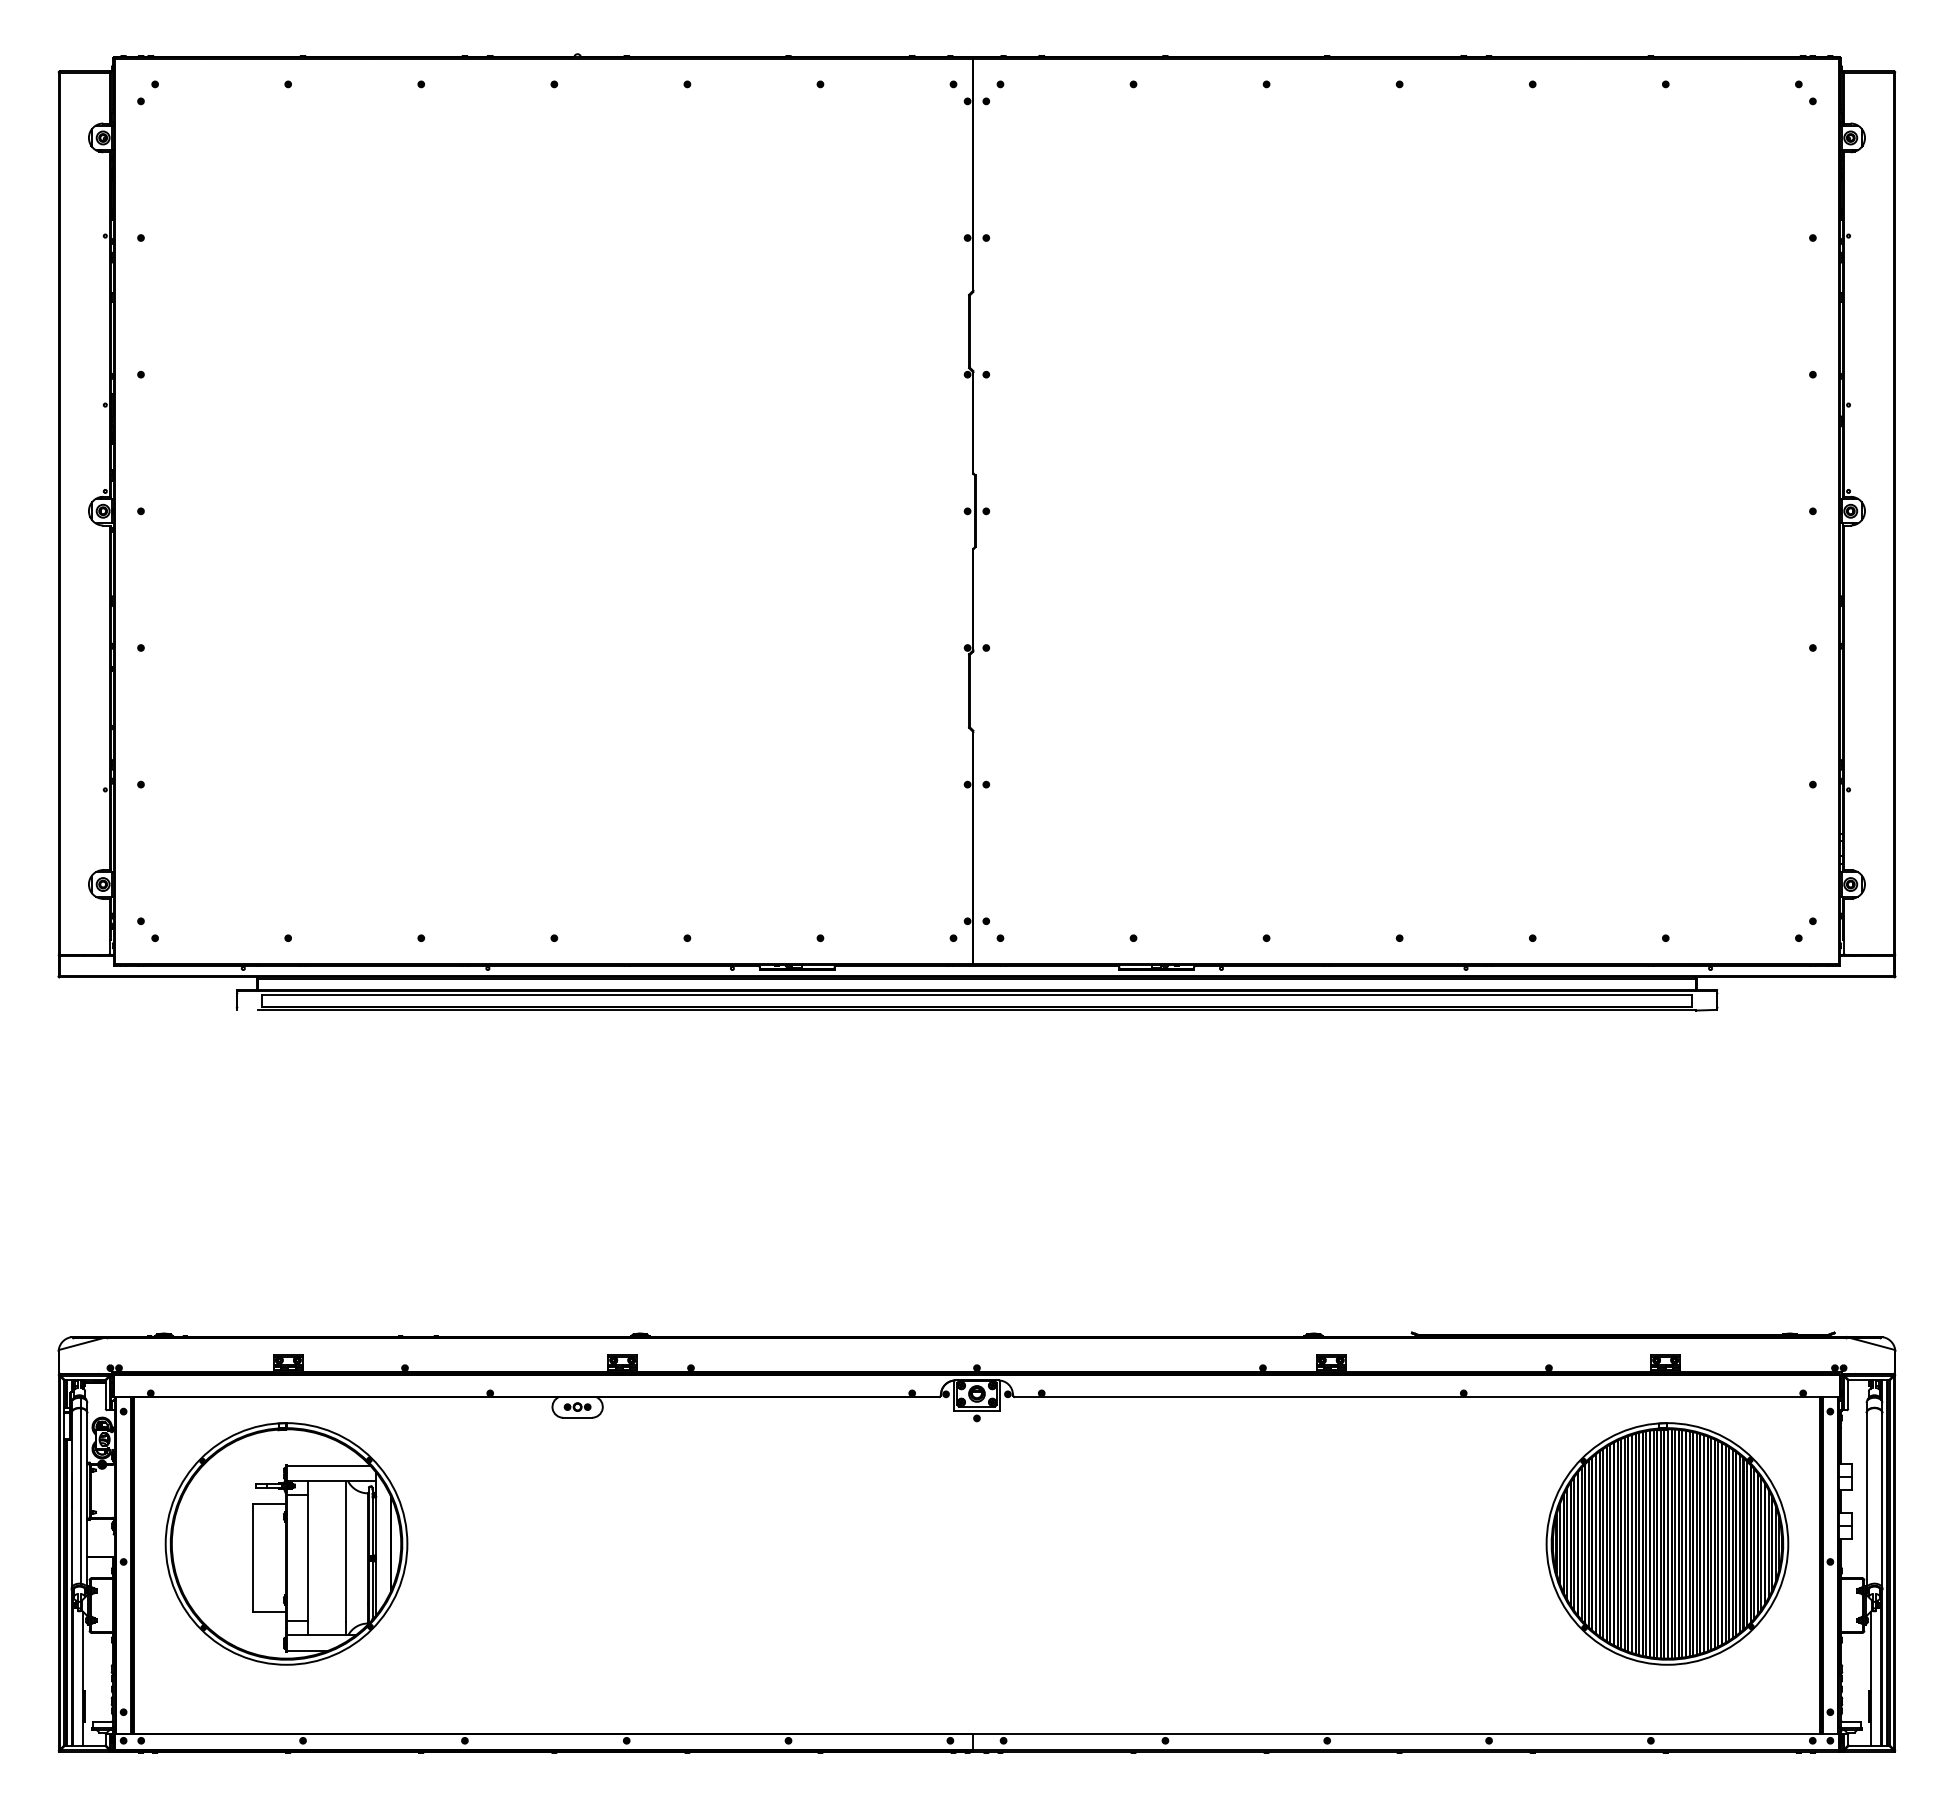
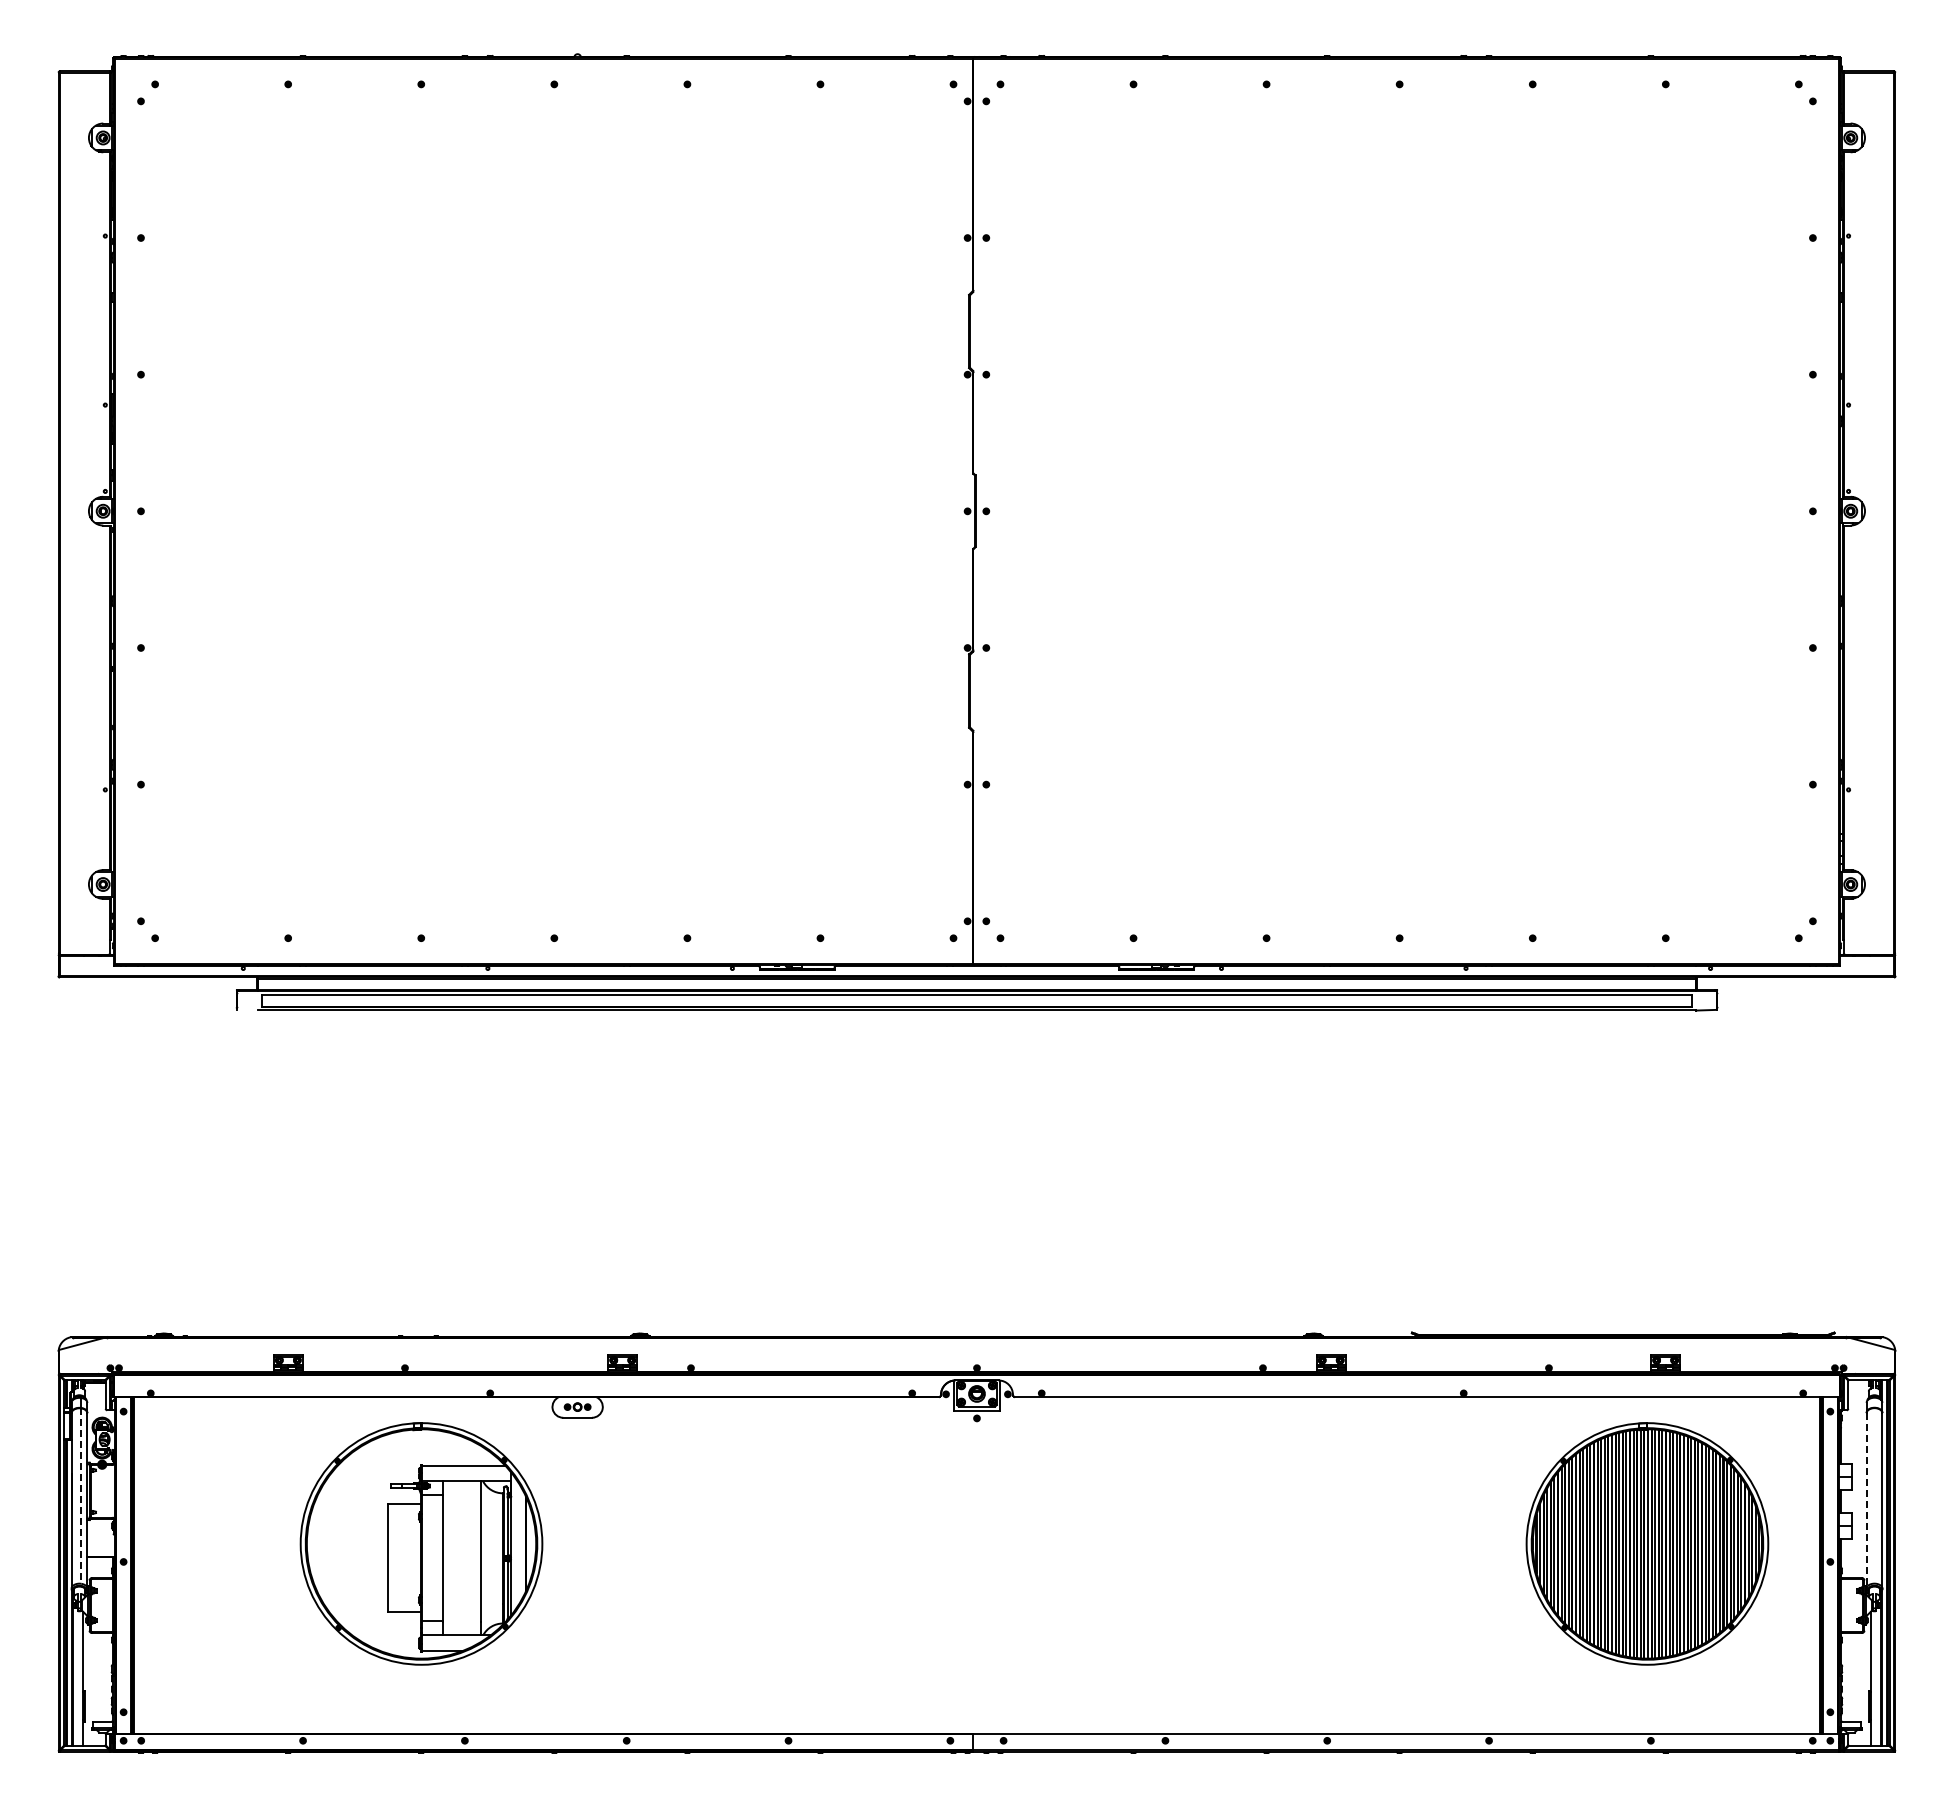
line at (81, 1496): solid -> dashed
line at (1866, 1500): solid -> dashed
part at (286, 1543) position: (286, 1543) -> (421, 1543)
part at (1667, 1543) position: (1667, 1543) -> (1647, 1543)
